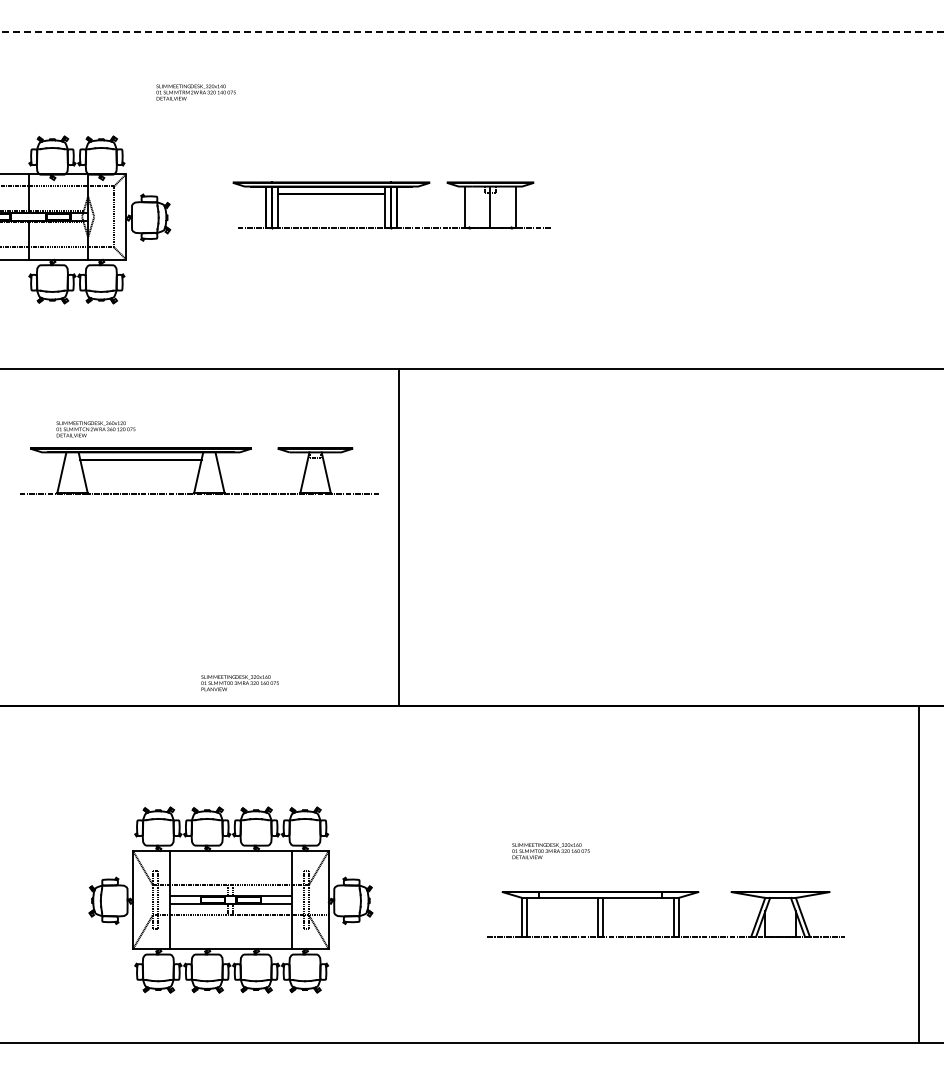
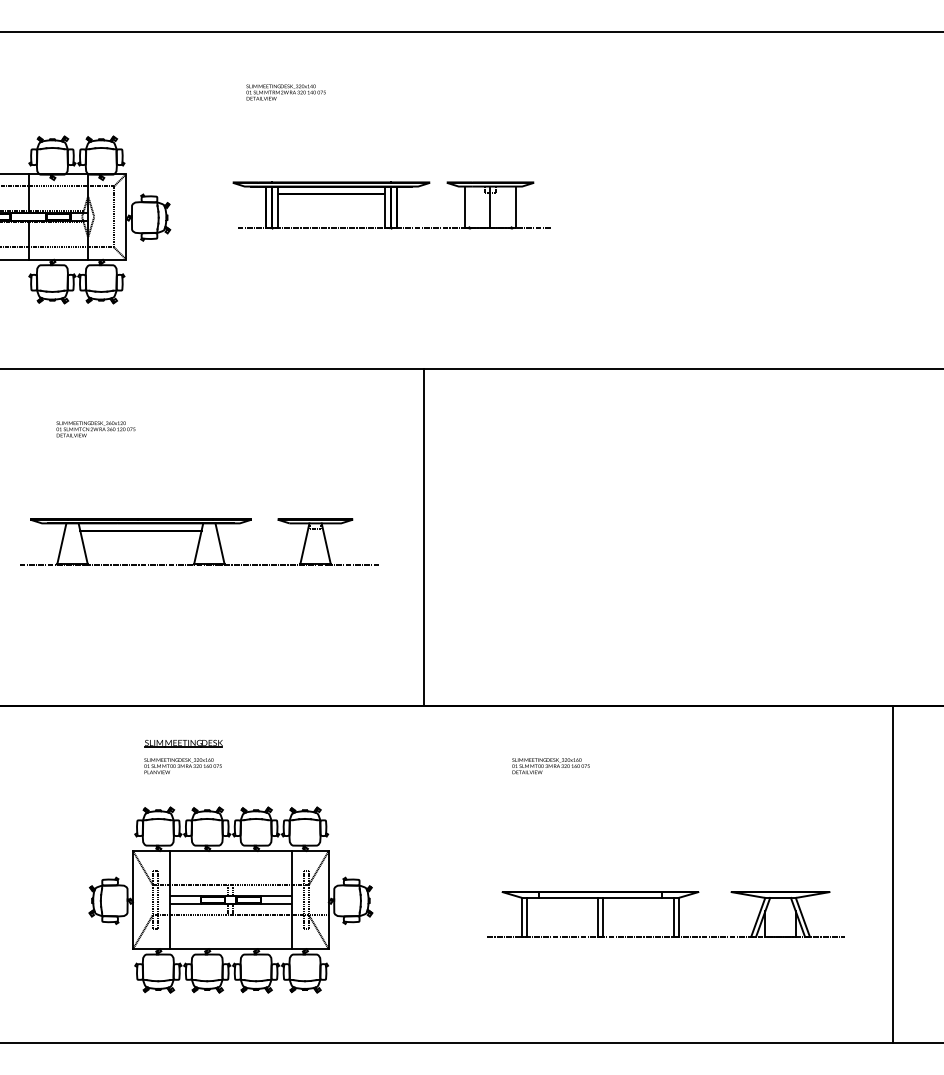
line at (472, 32): dashed -> solid
text at (195, 92) position: (195, 92) -> (285, 92)
part at (199, 470) position: (199, 470) -> (199, 541)
line at (399, 537) position: (399, 537) -> (424, 537)
text at (239, 683) position: (239, 683) -> (182, 766)
part at (183, 743): none -> present
text at (550, 851) position: (550, 851) -> (550, 766)
line at (919, 873) position: (919, 873) -> (893, 873)
